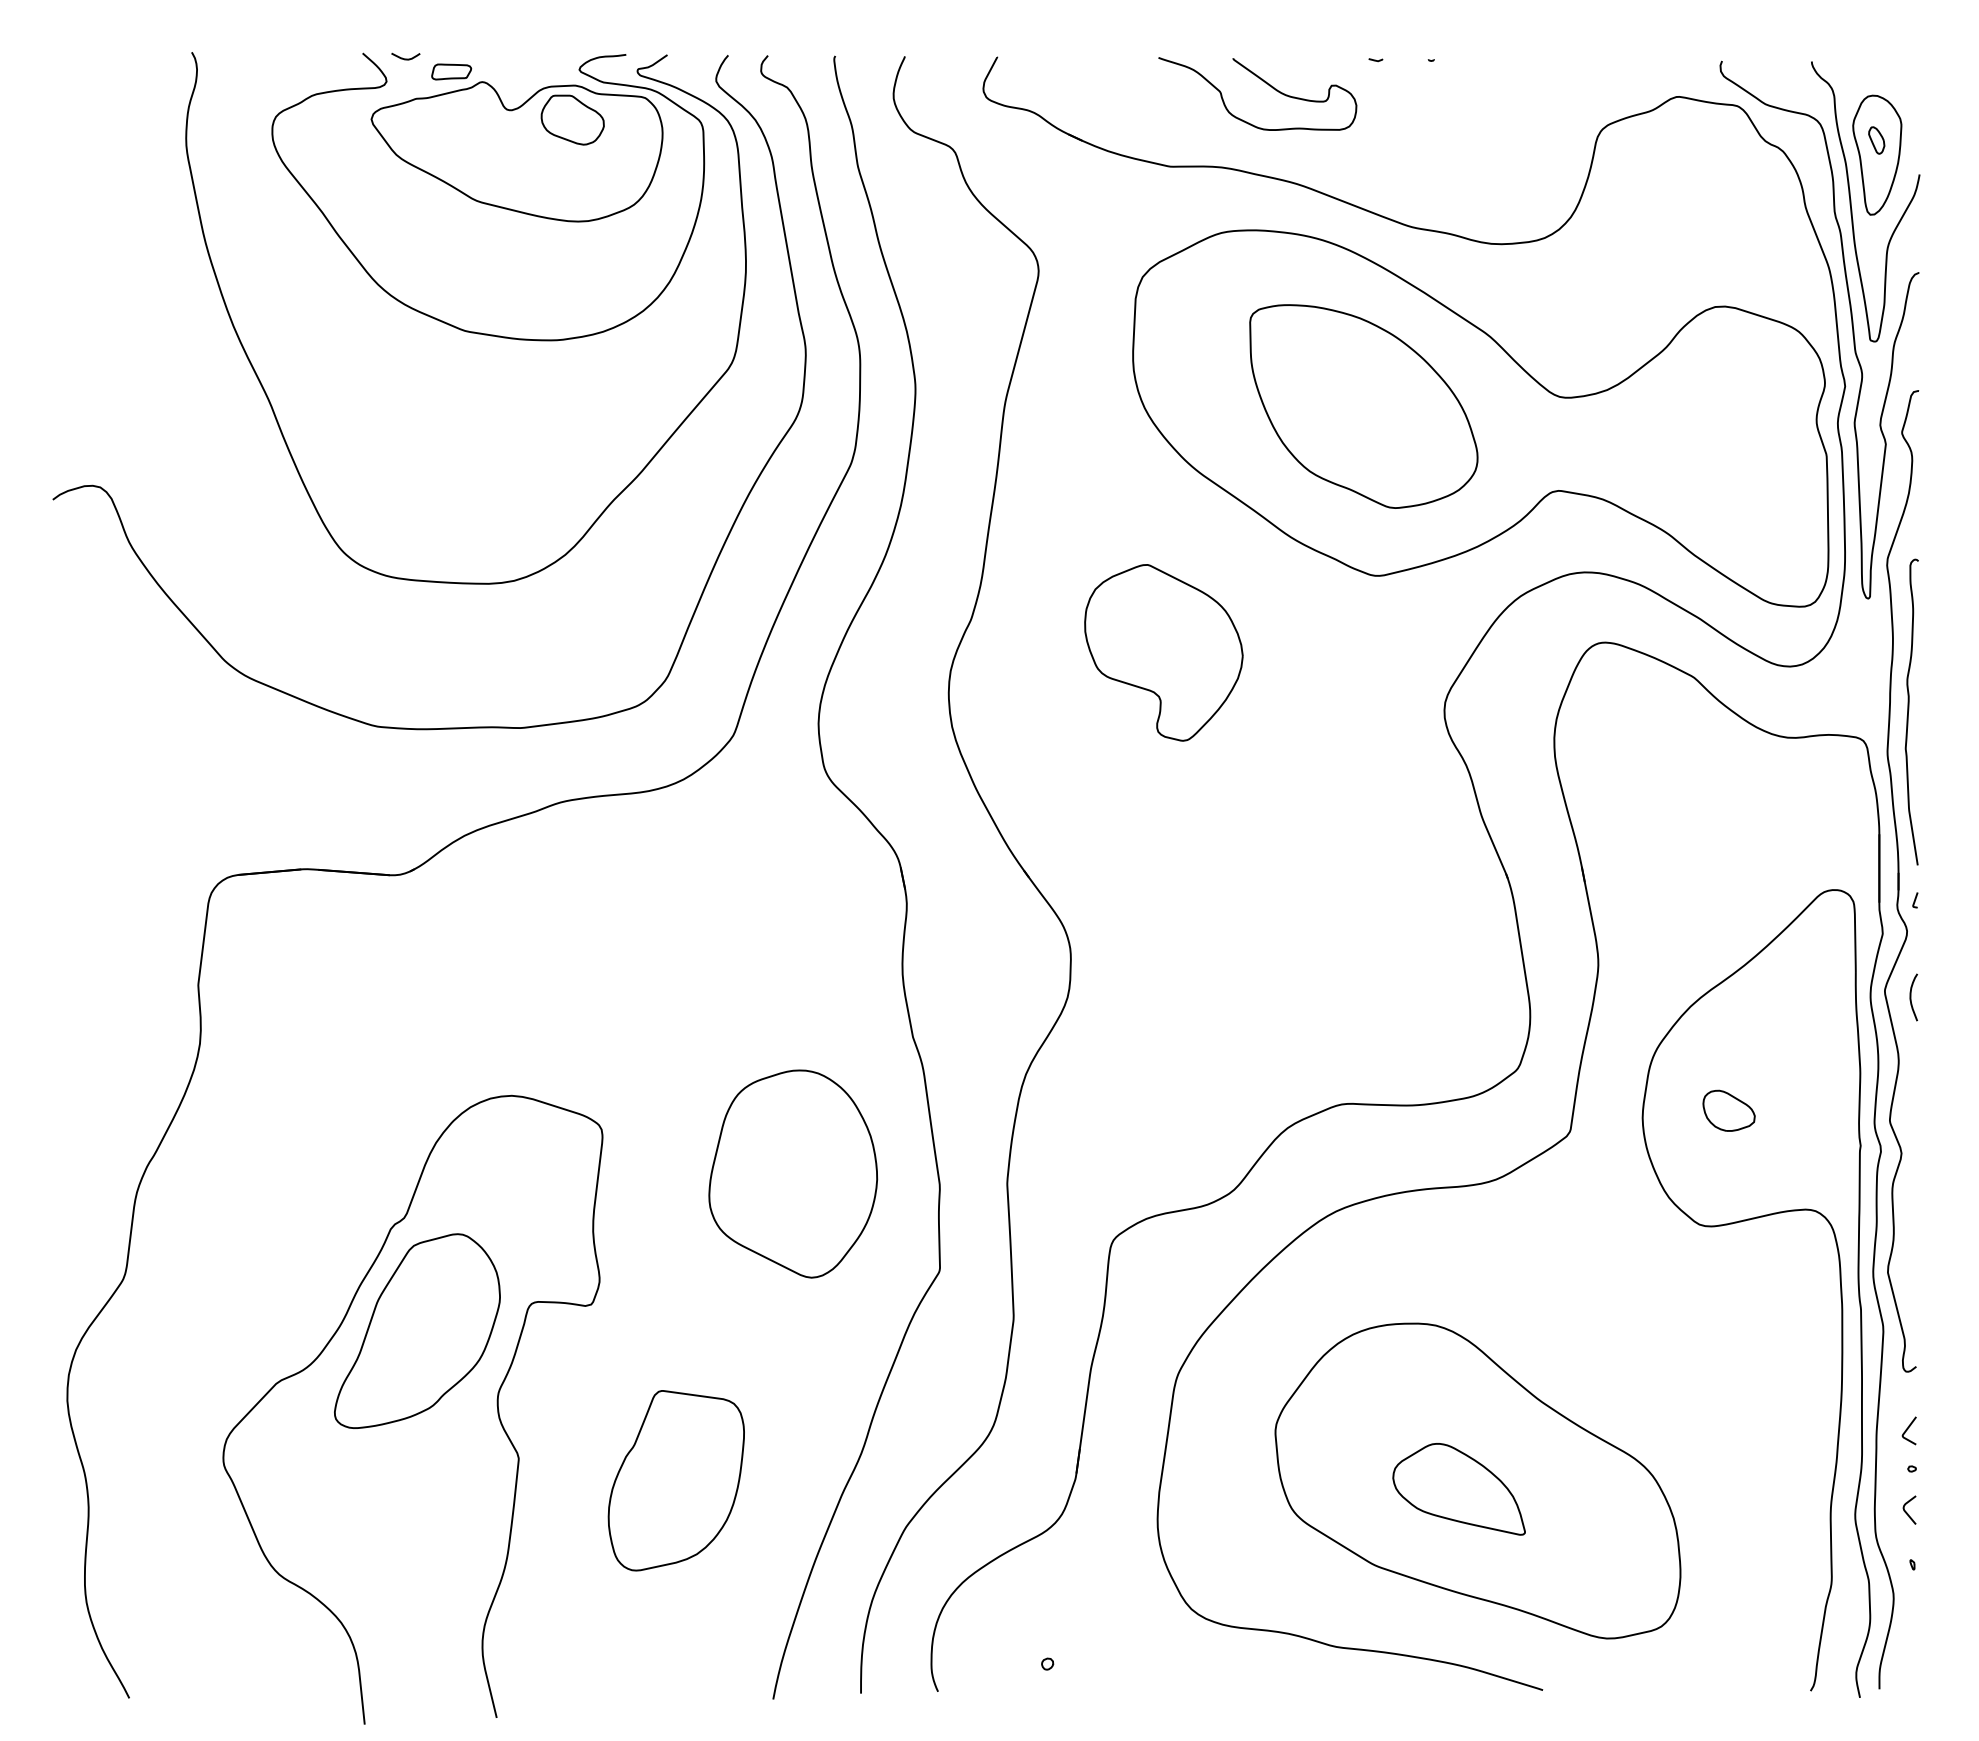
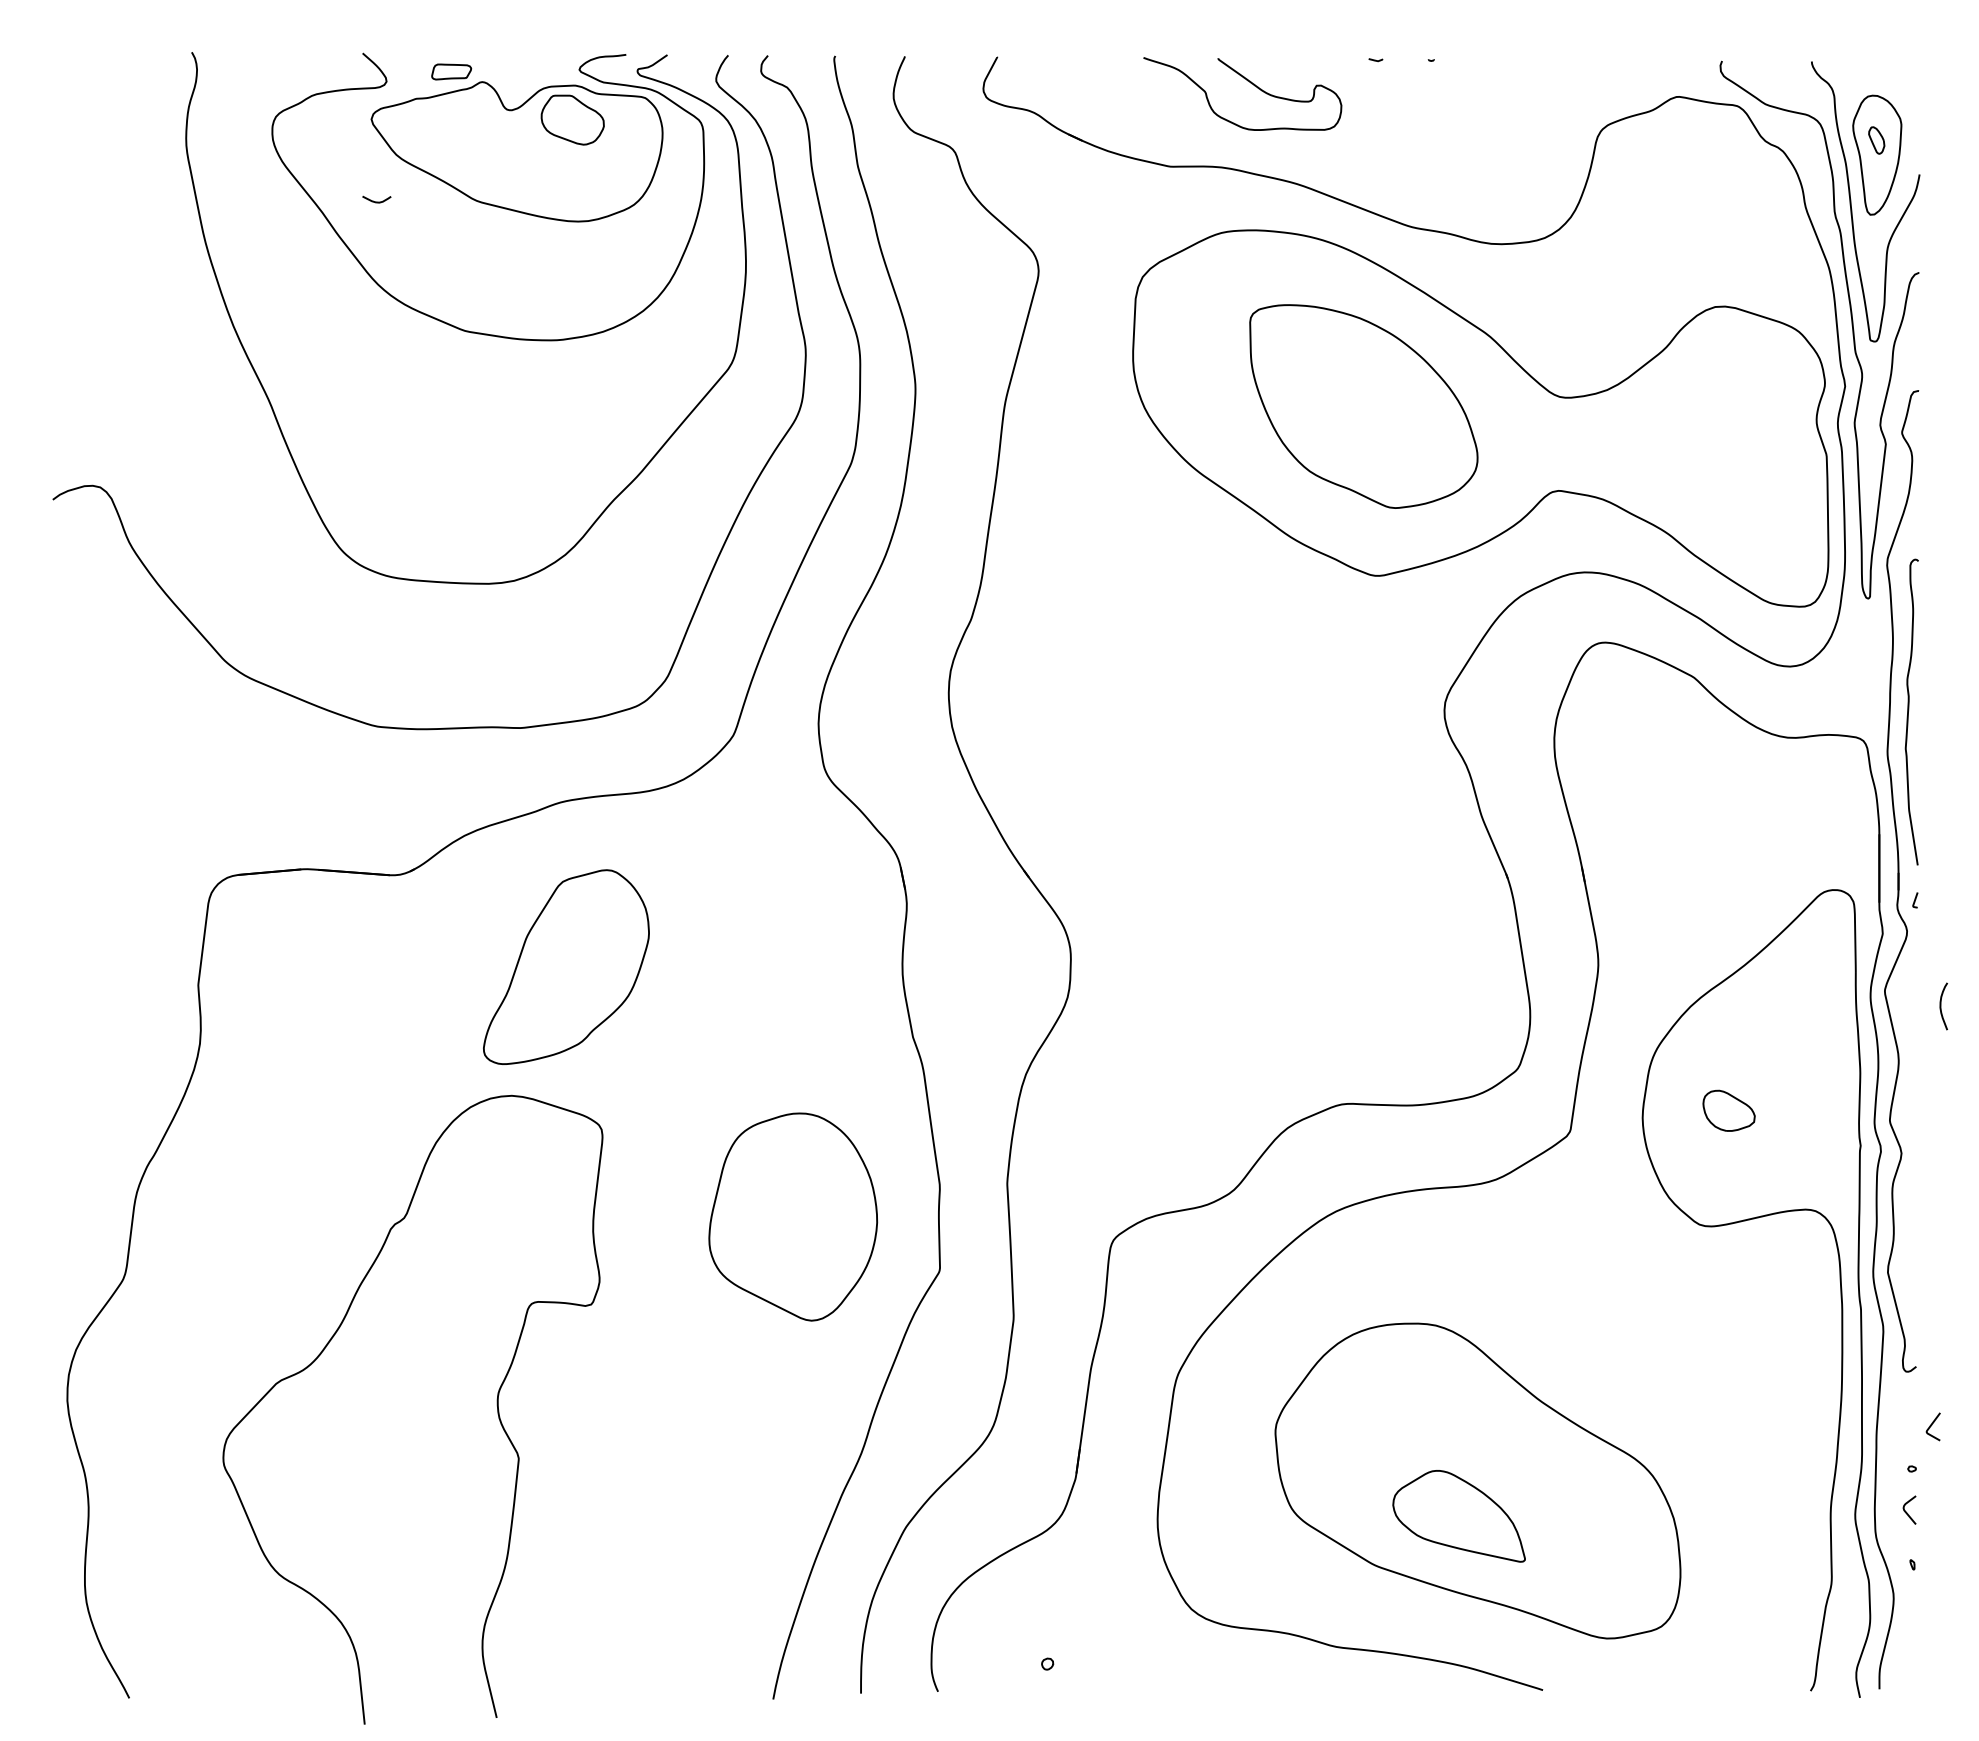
curve at (405, 58) position: (405, 58) -> (376, 201)
curve at (1265, 83) position: (1265, 83) -> (1250, 83)
part at (1163, 652): present -> none
curve at (1911, 997) position: (1911, 997) -> (1941, 1006)
part at (793, 1173) position: (793, 1173) -> (793, 1216)
part at (417, 1330) position: (417, 1330) -> (566, 966)
curve at (1908, 1429) position: (1908, 1429) -> (1932, 1425)
part at (675, 1480): present -> none
part at (1458, 1489) position: (1458, 1489) -> (1458, 1516)
